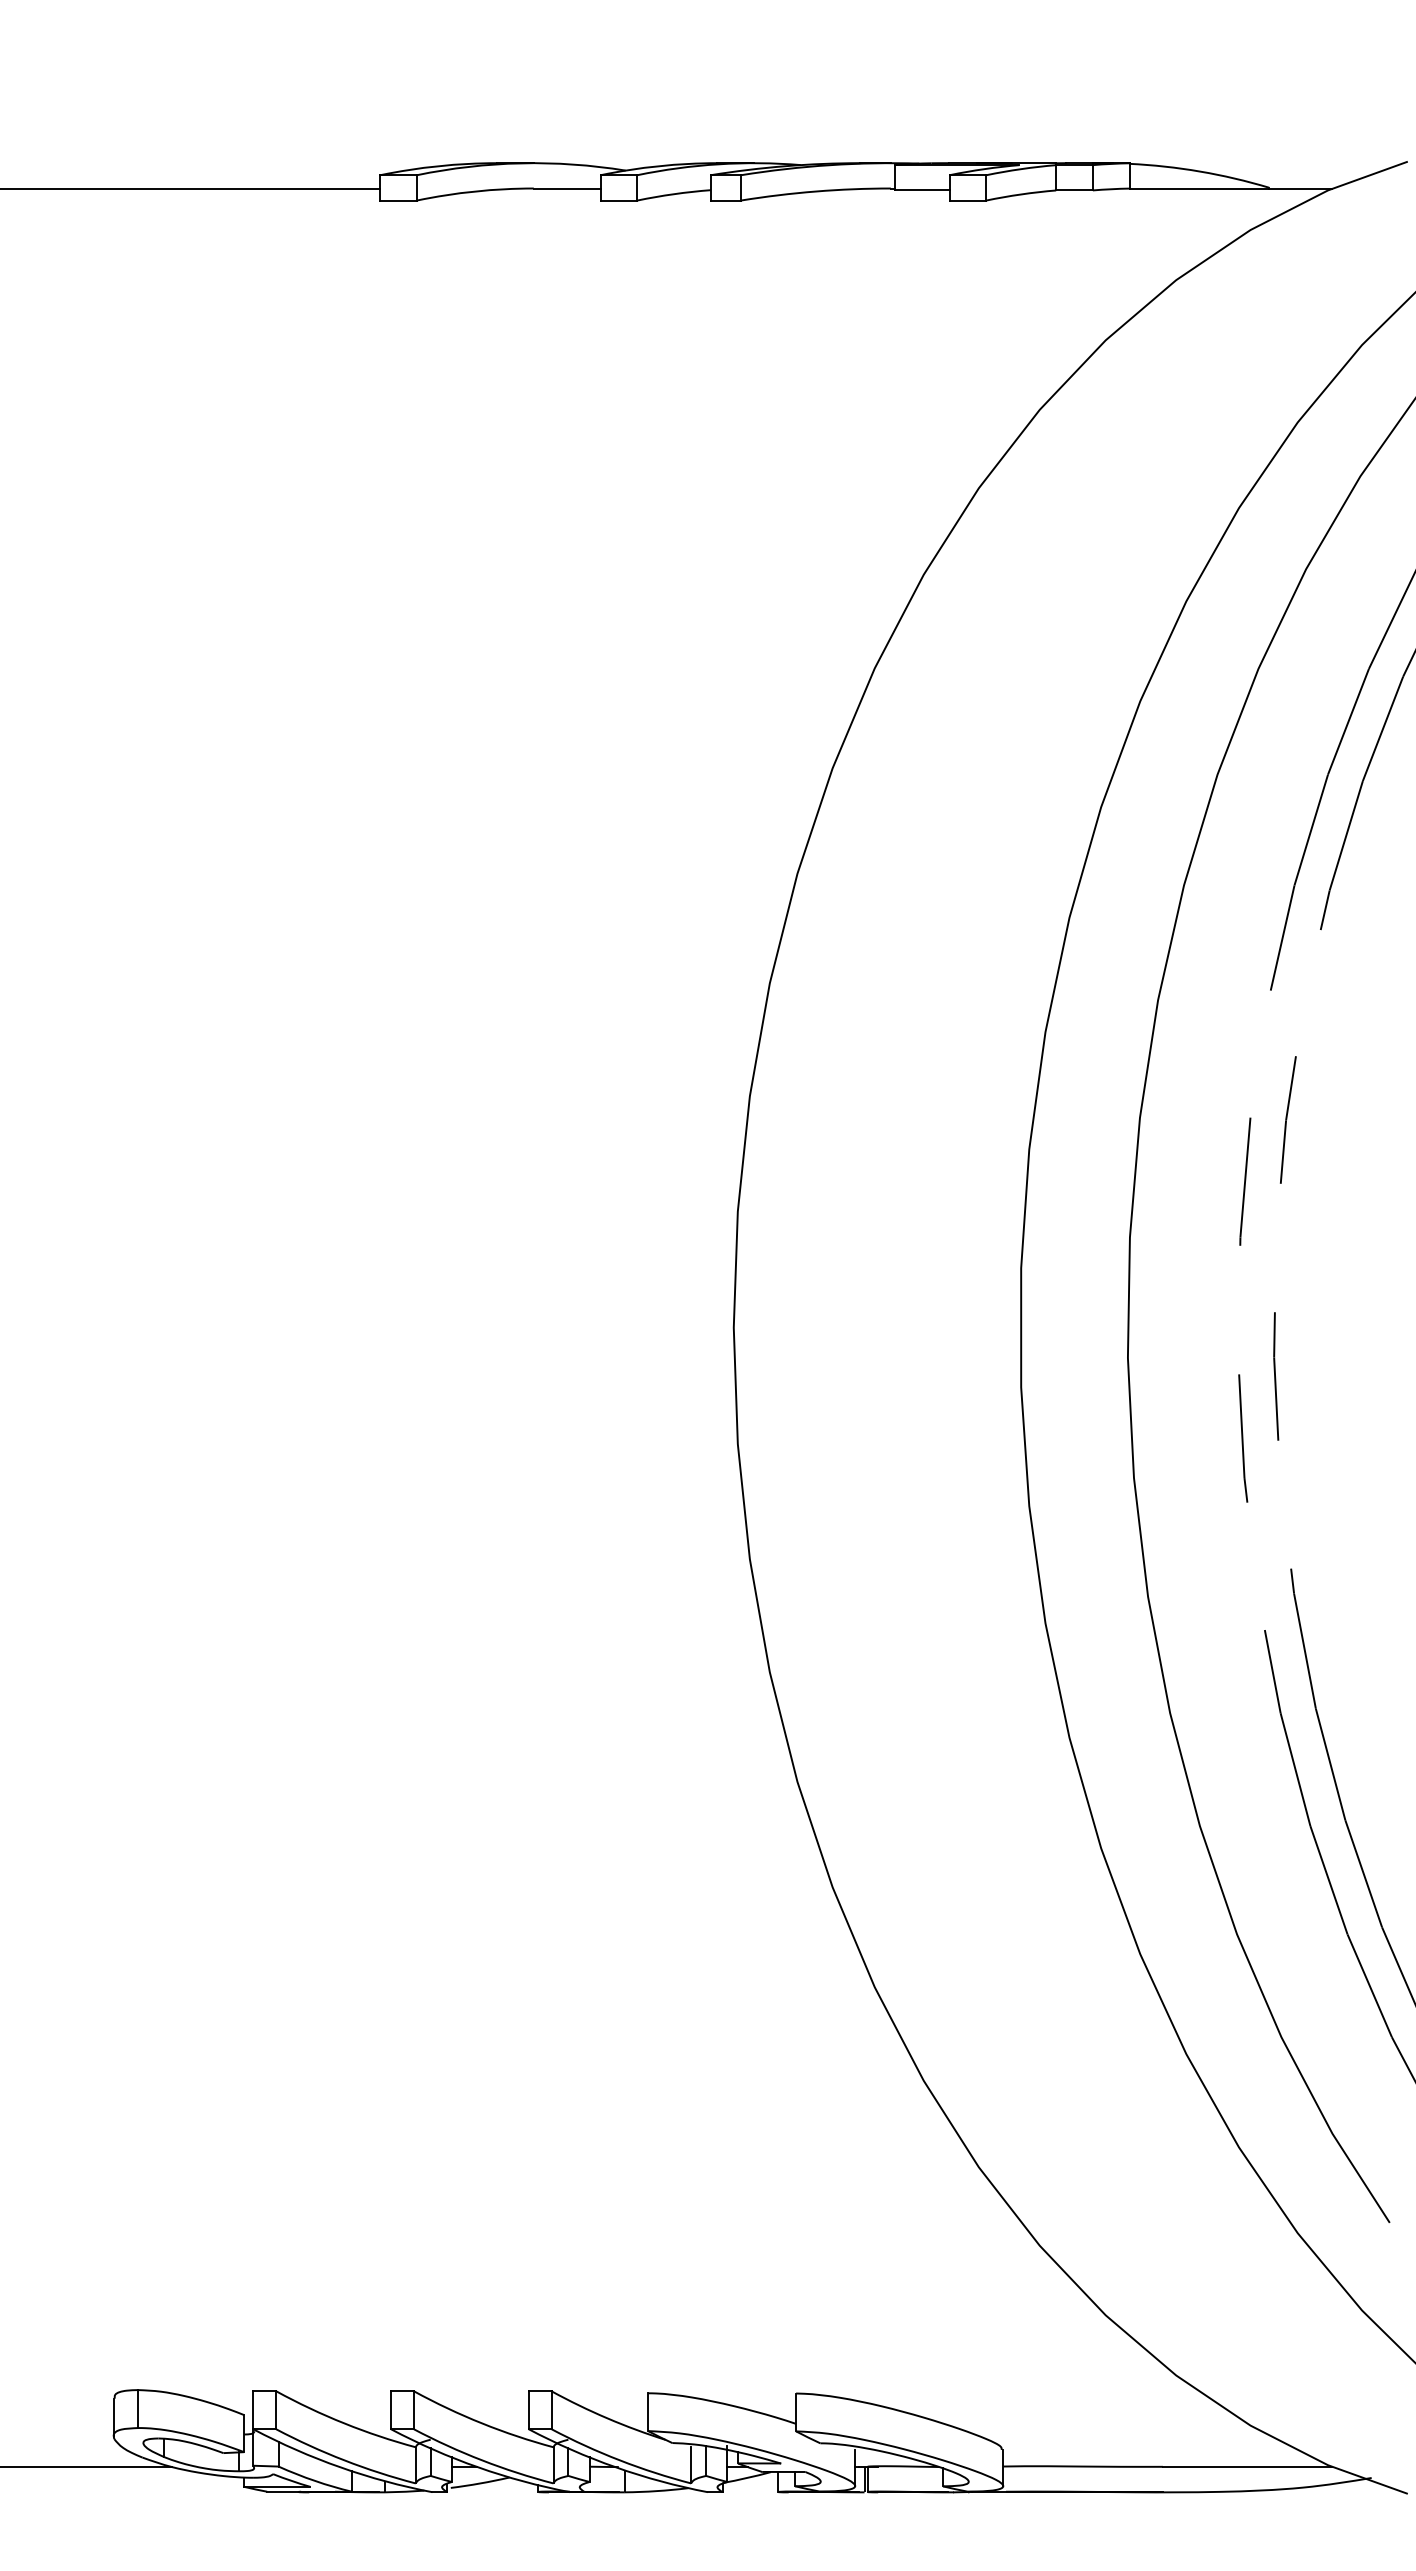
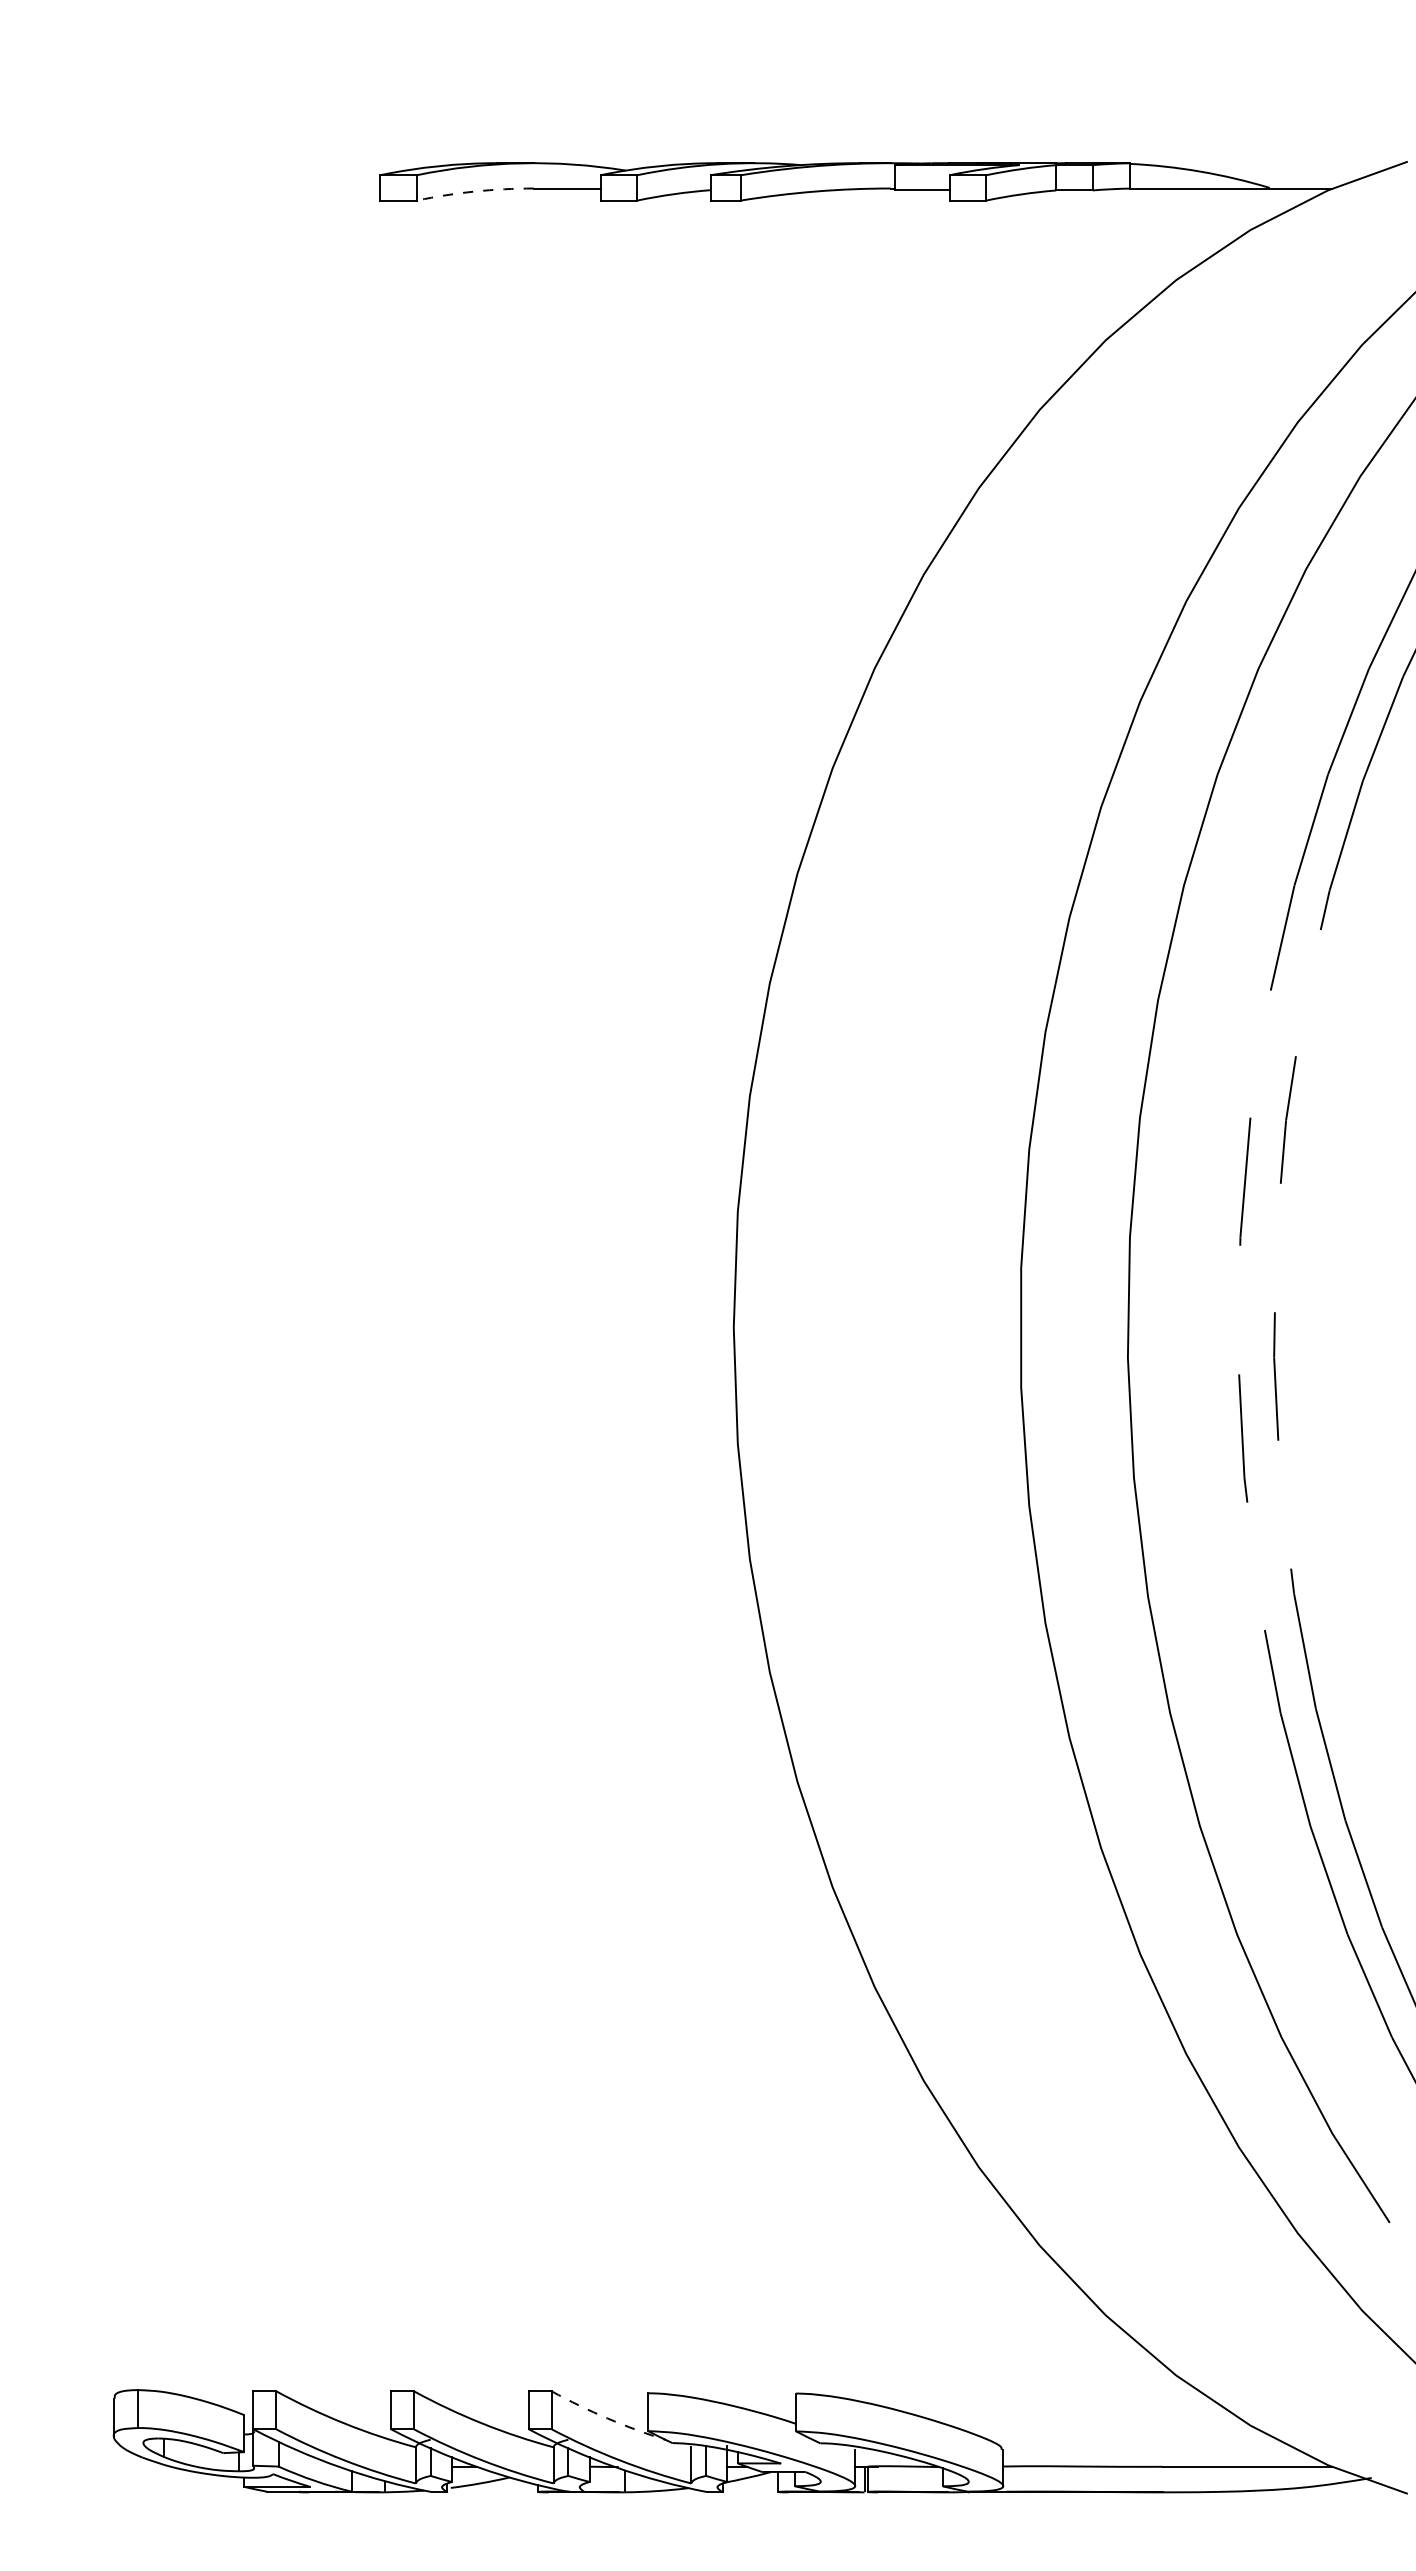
line at (191, 188): present -> none
arc at (475, 191): solid -> dashed
arc at (607, 2418): solid -> dashed
line at (87, 2467): present -> none
